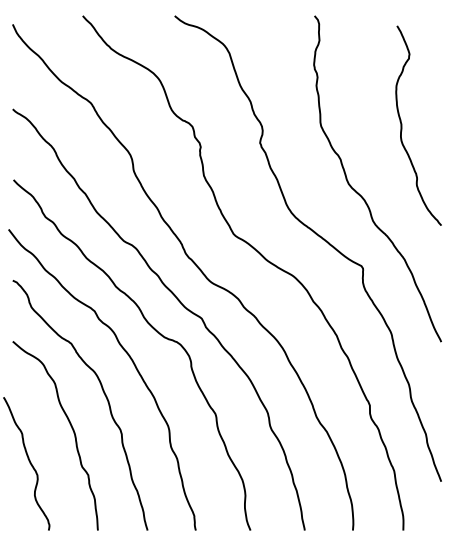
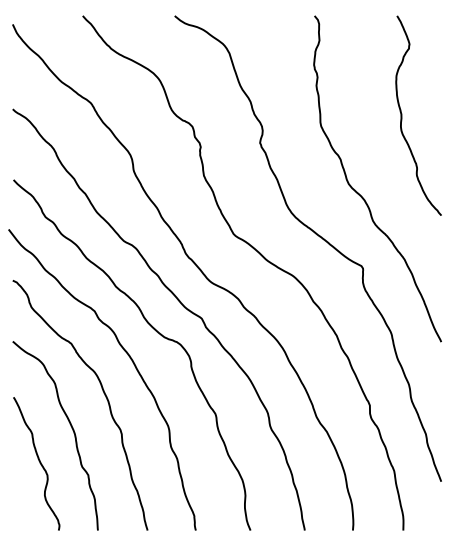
curve at (402, 125) position: (402, 125) -> (402, 115)
curve at (28, 461) position: (28, 461) -> (38, 461)
